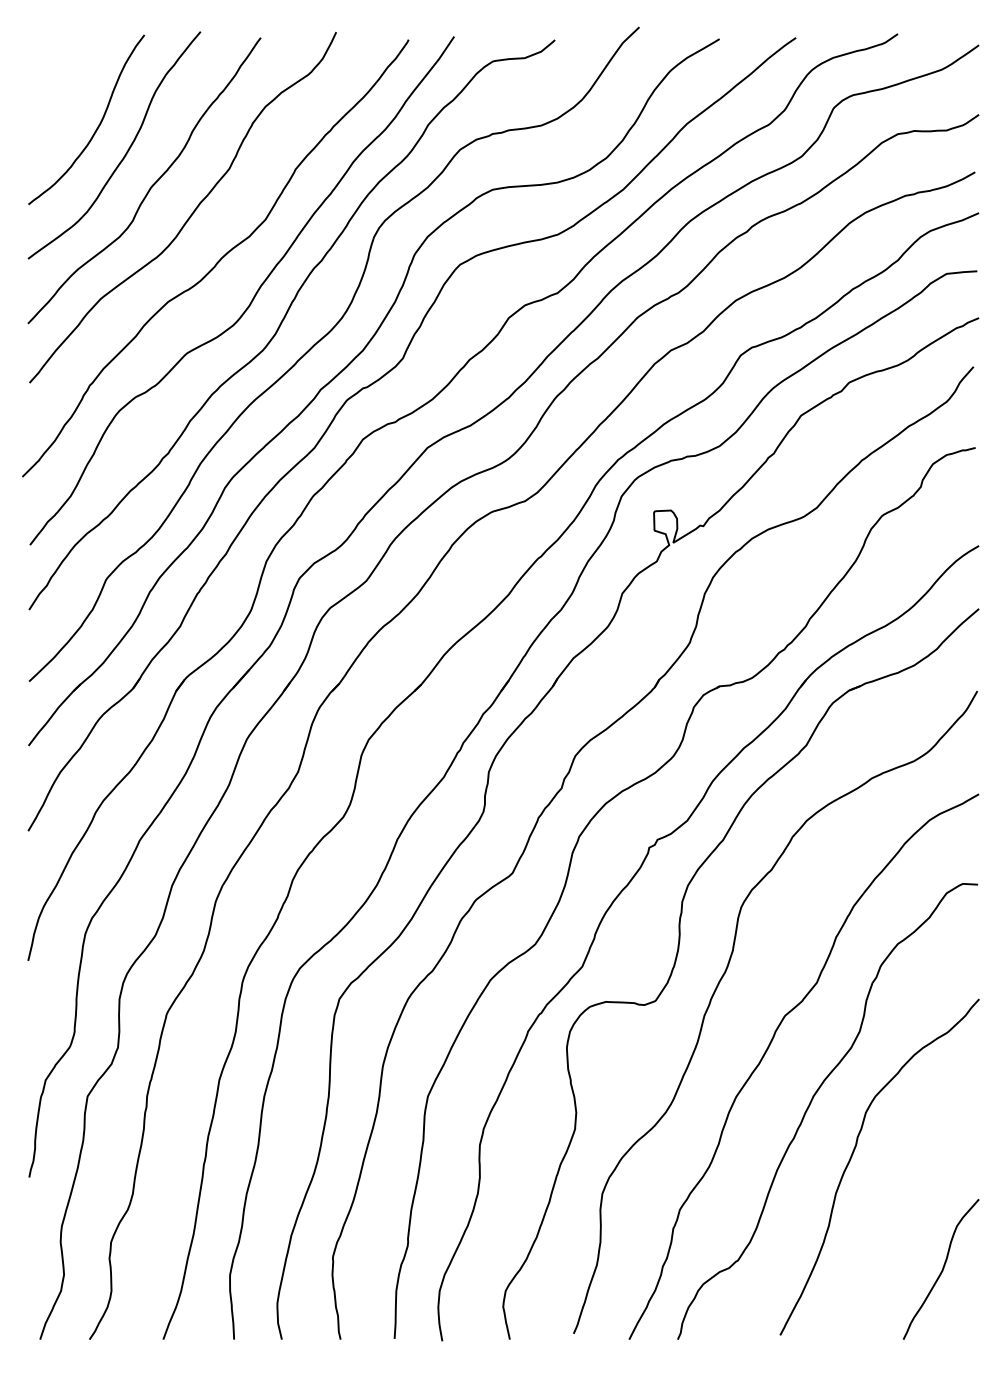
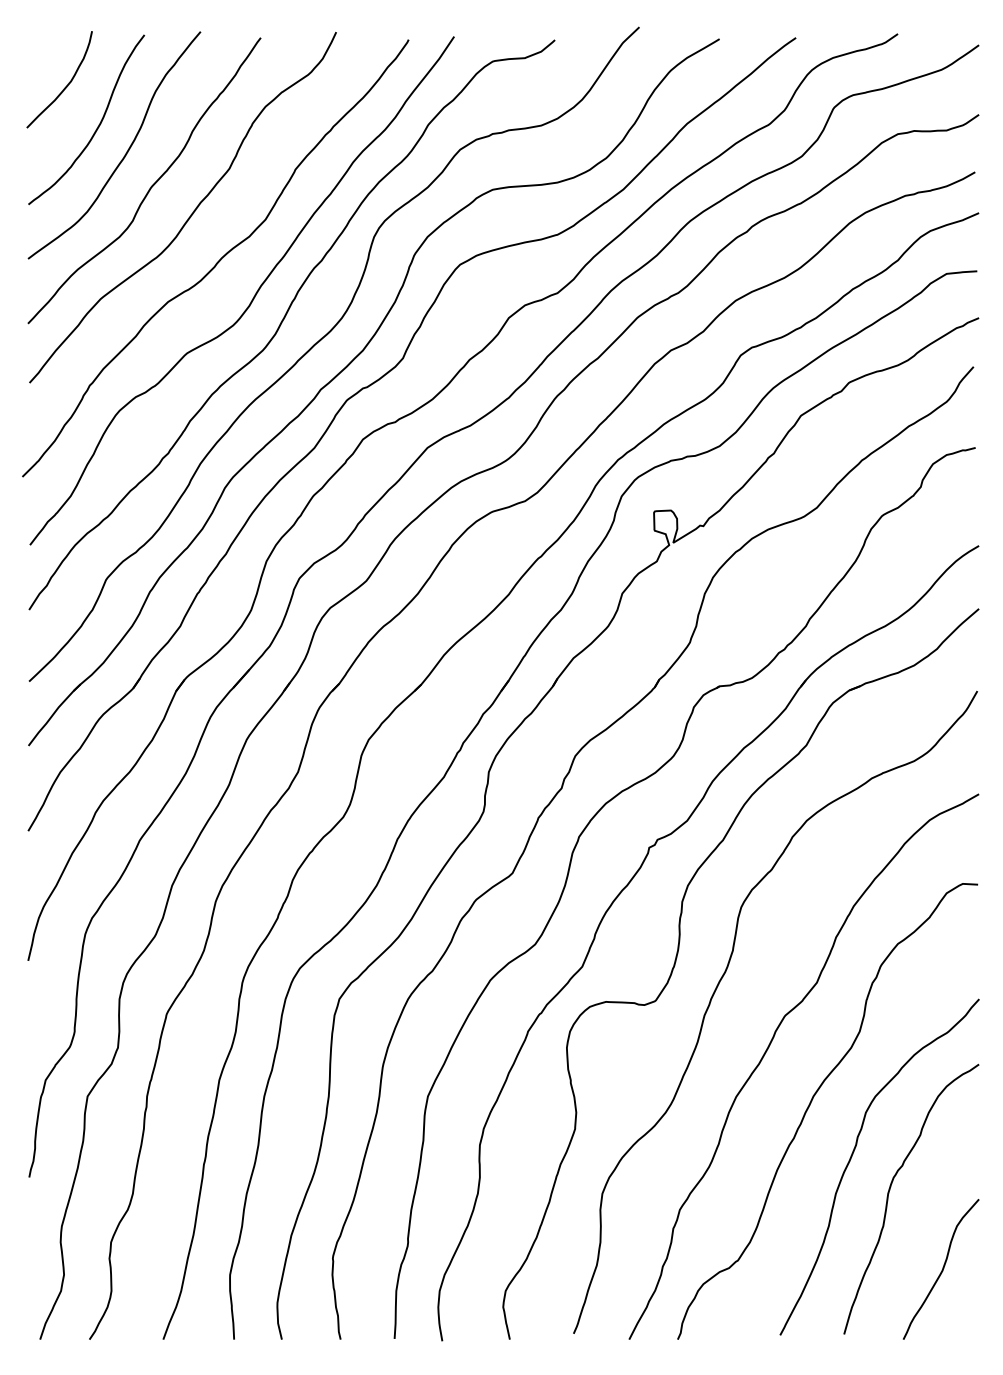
curve at (66, 85): none -> present
curve at (890, 1190): none -> present
